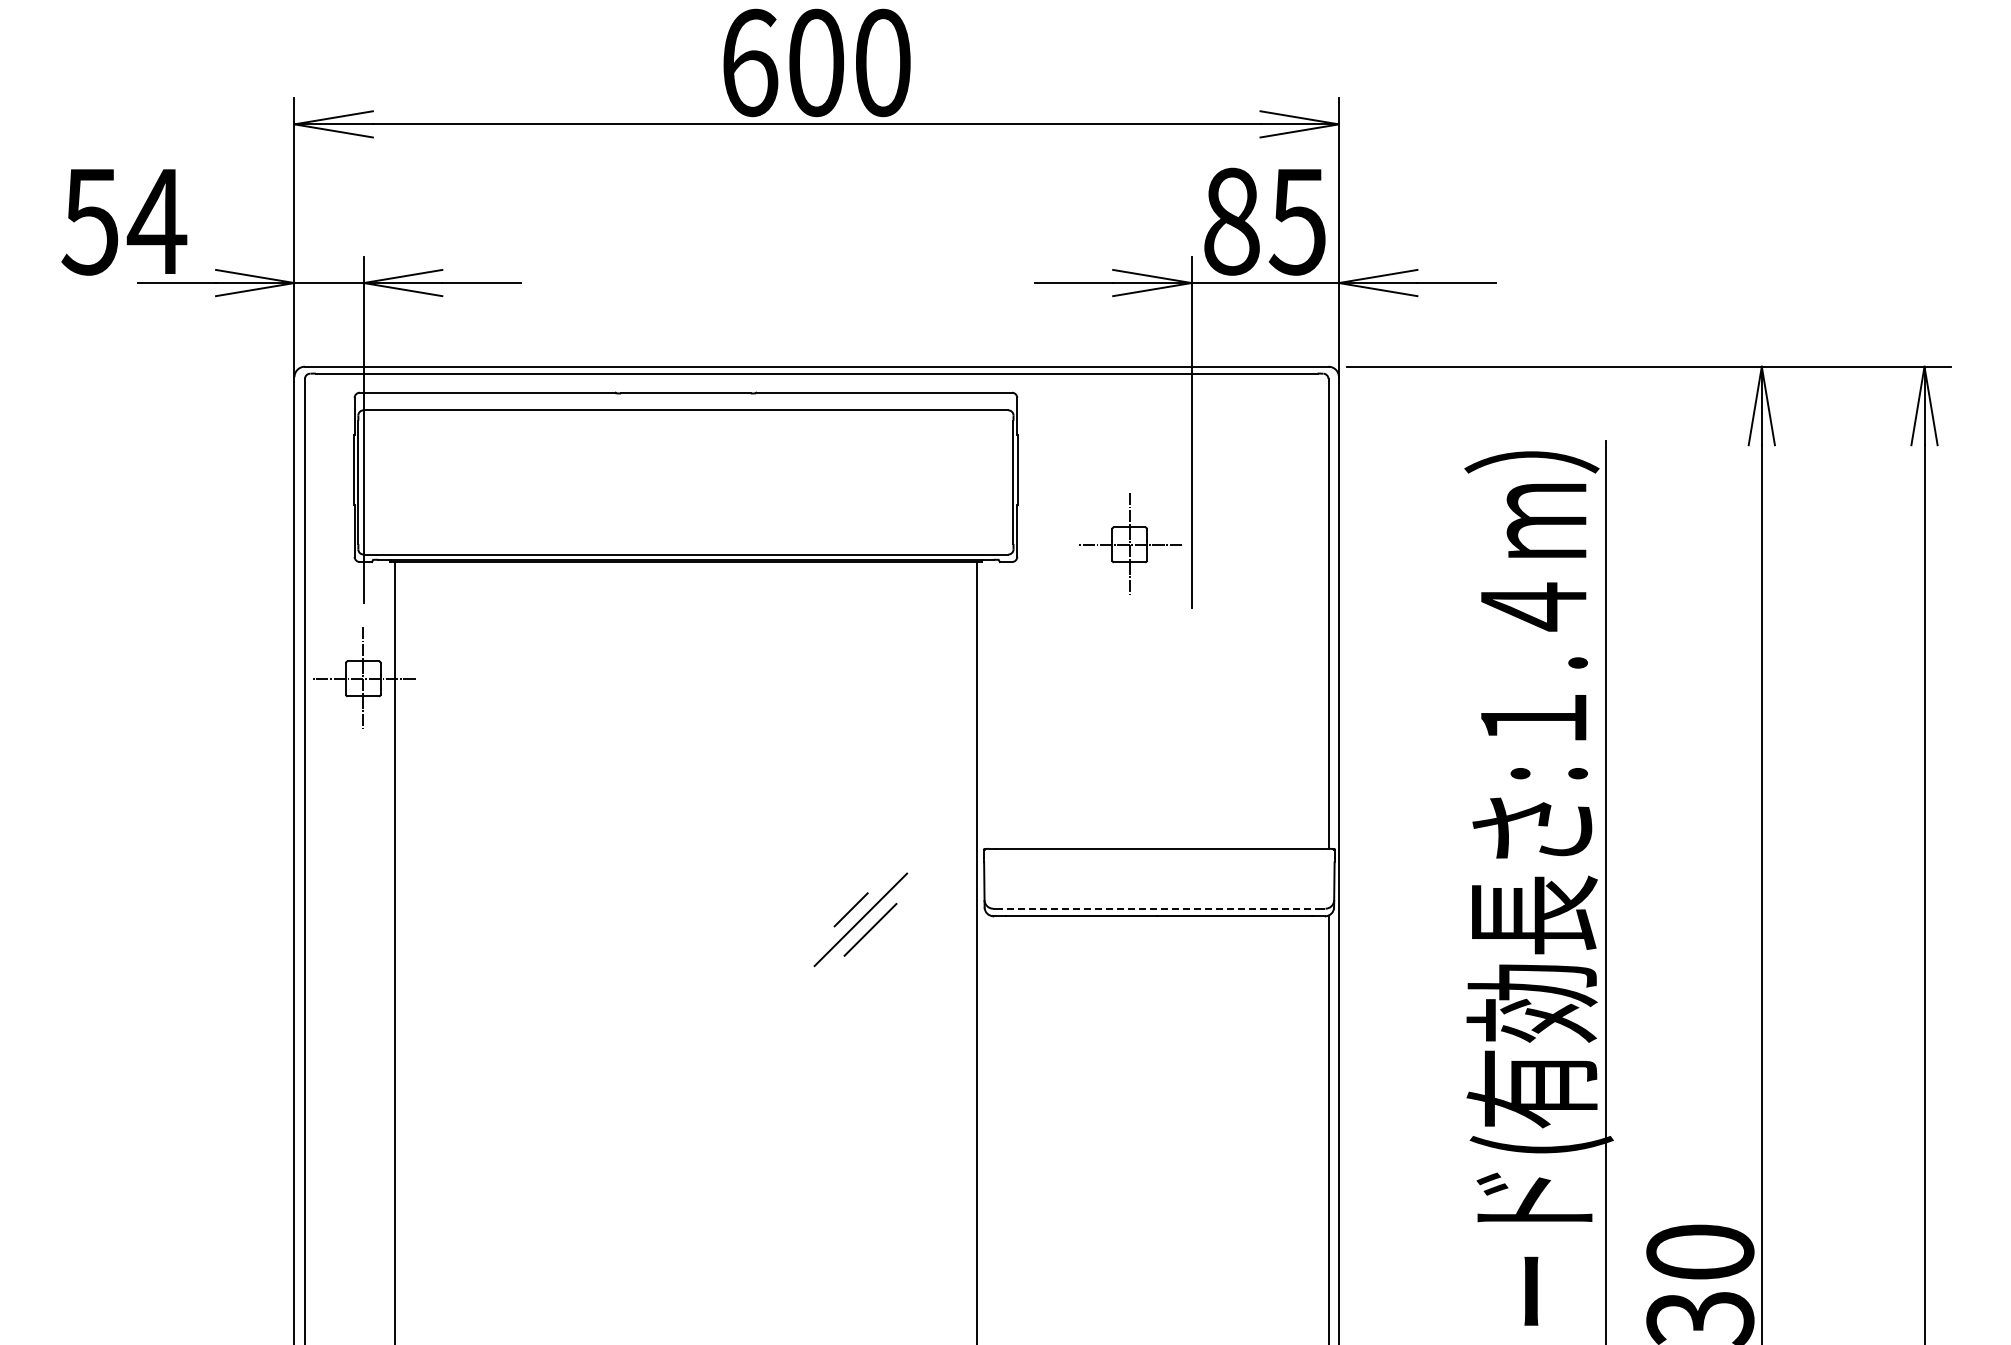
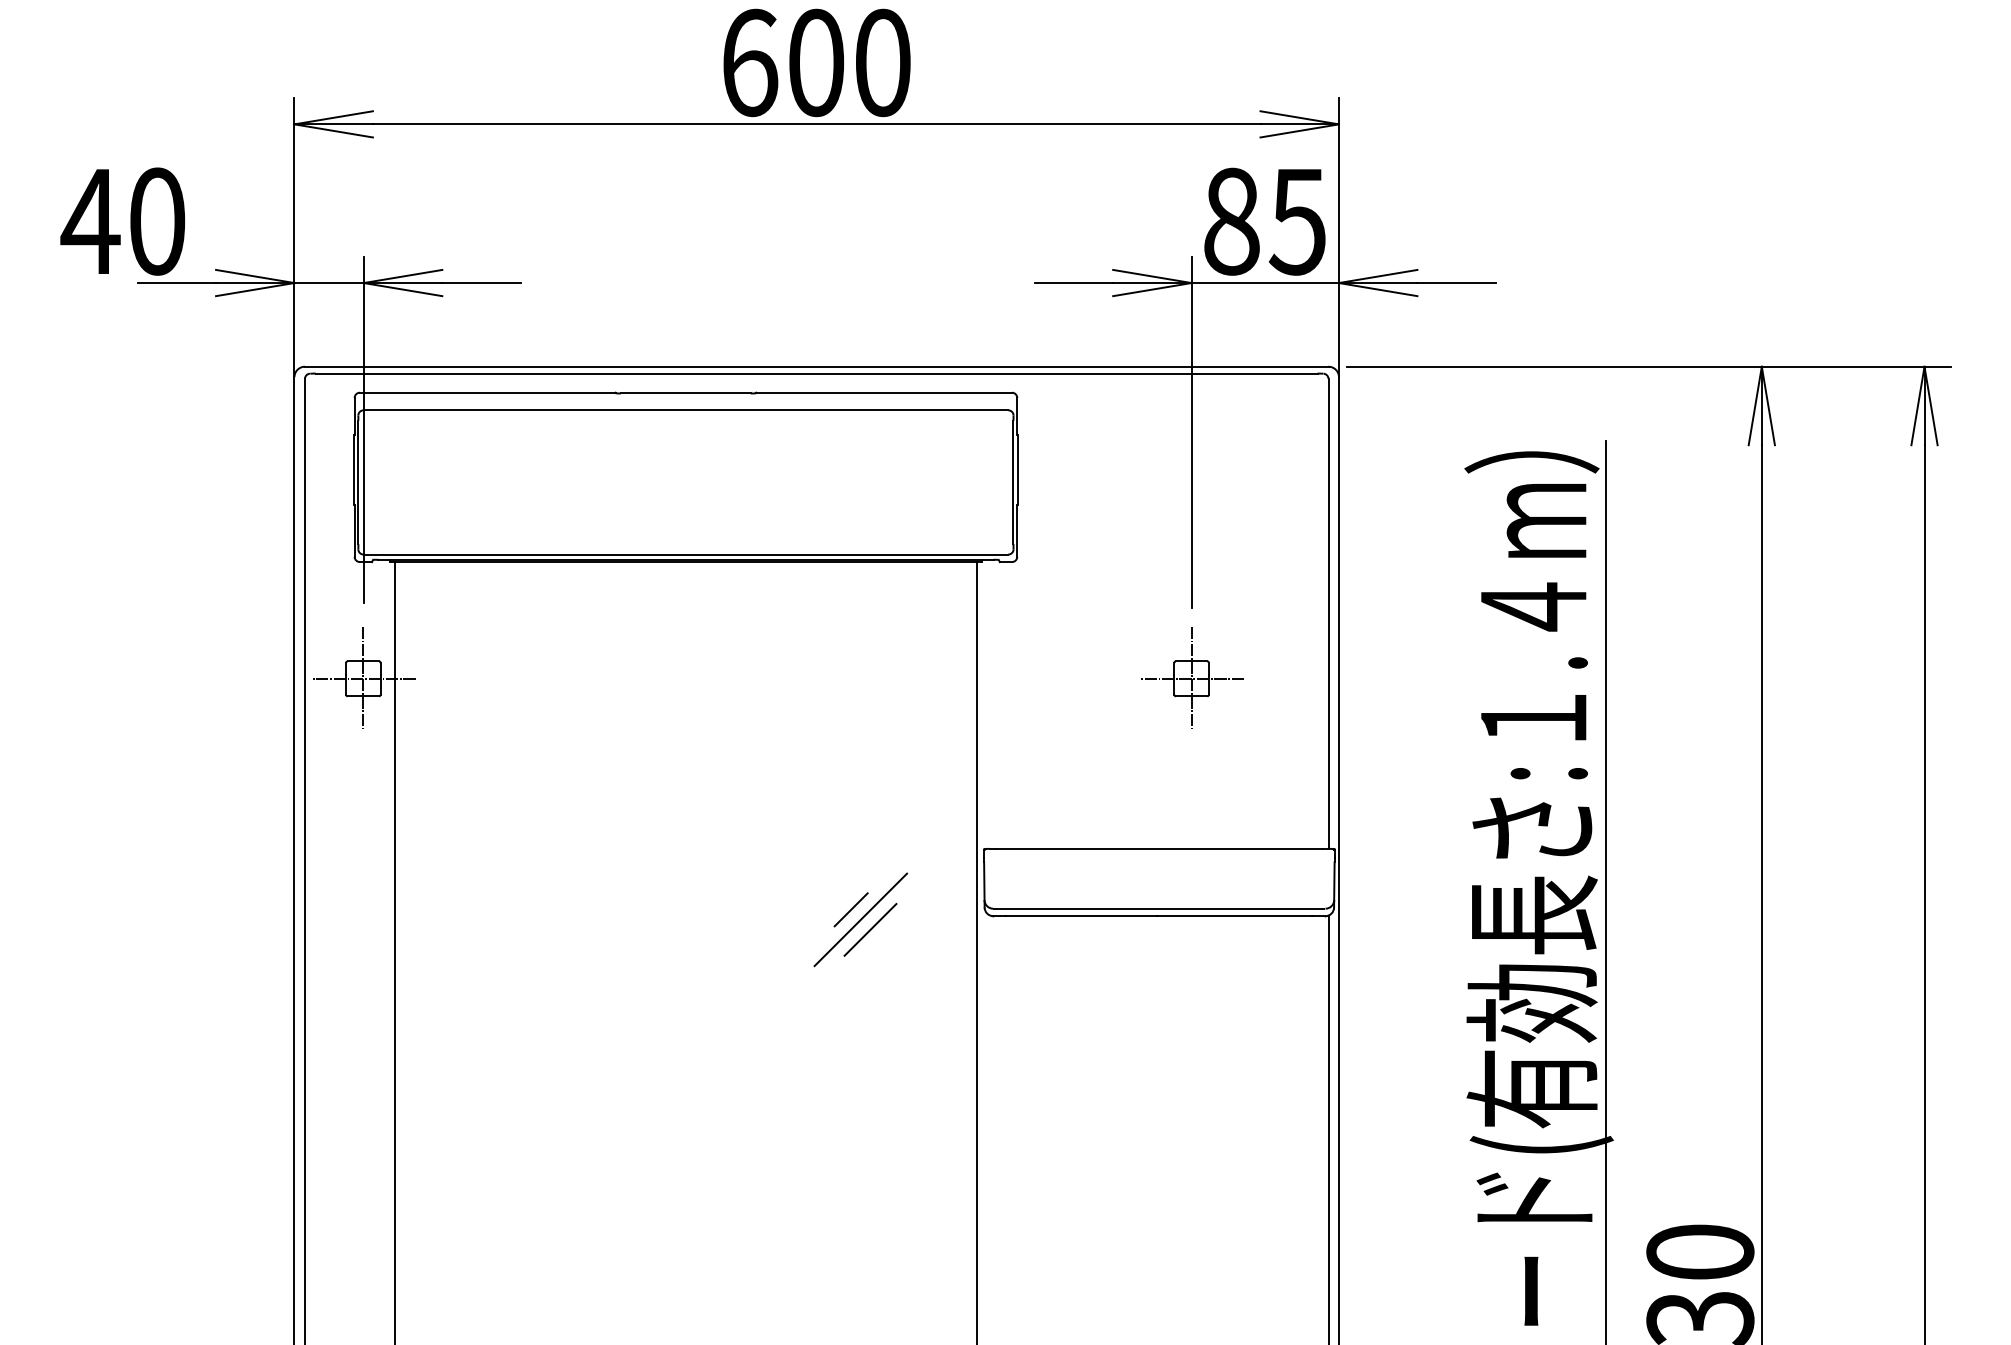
text at (123, 221): 54 -> 40
part at (1130, 543) position: (1130, 543) -> (1192, 677)
line at (1159, 908): dashed -> solid
